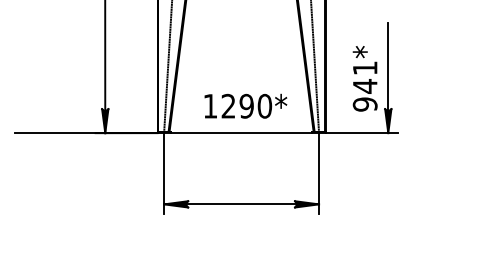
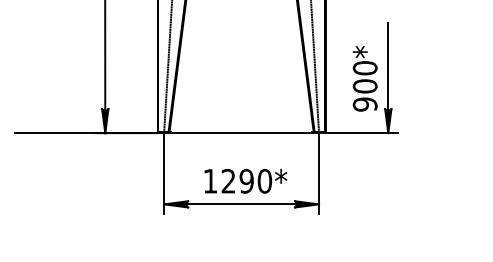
text at (364, 77): 941* -> 900*
text at (245, 105) position: (245, 105) -> (245, 180)
